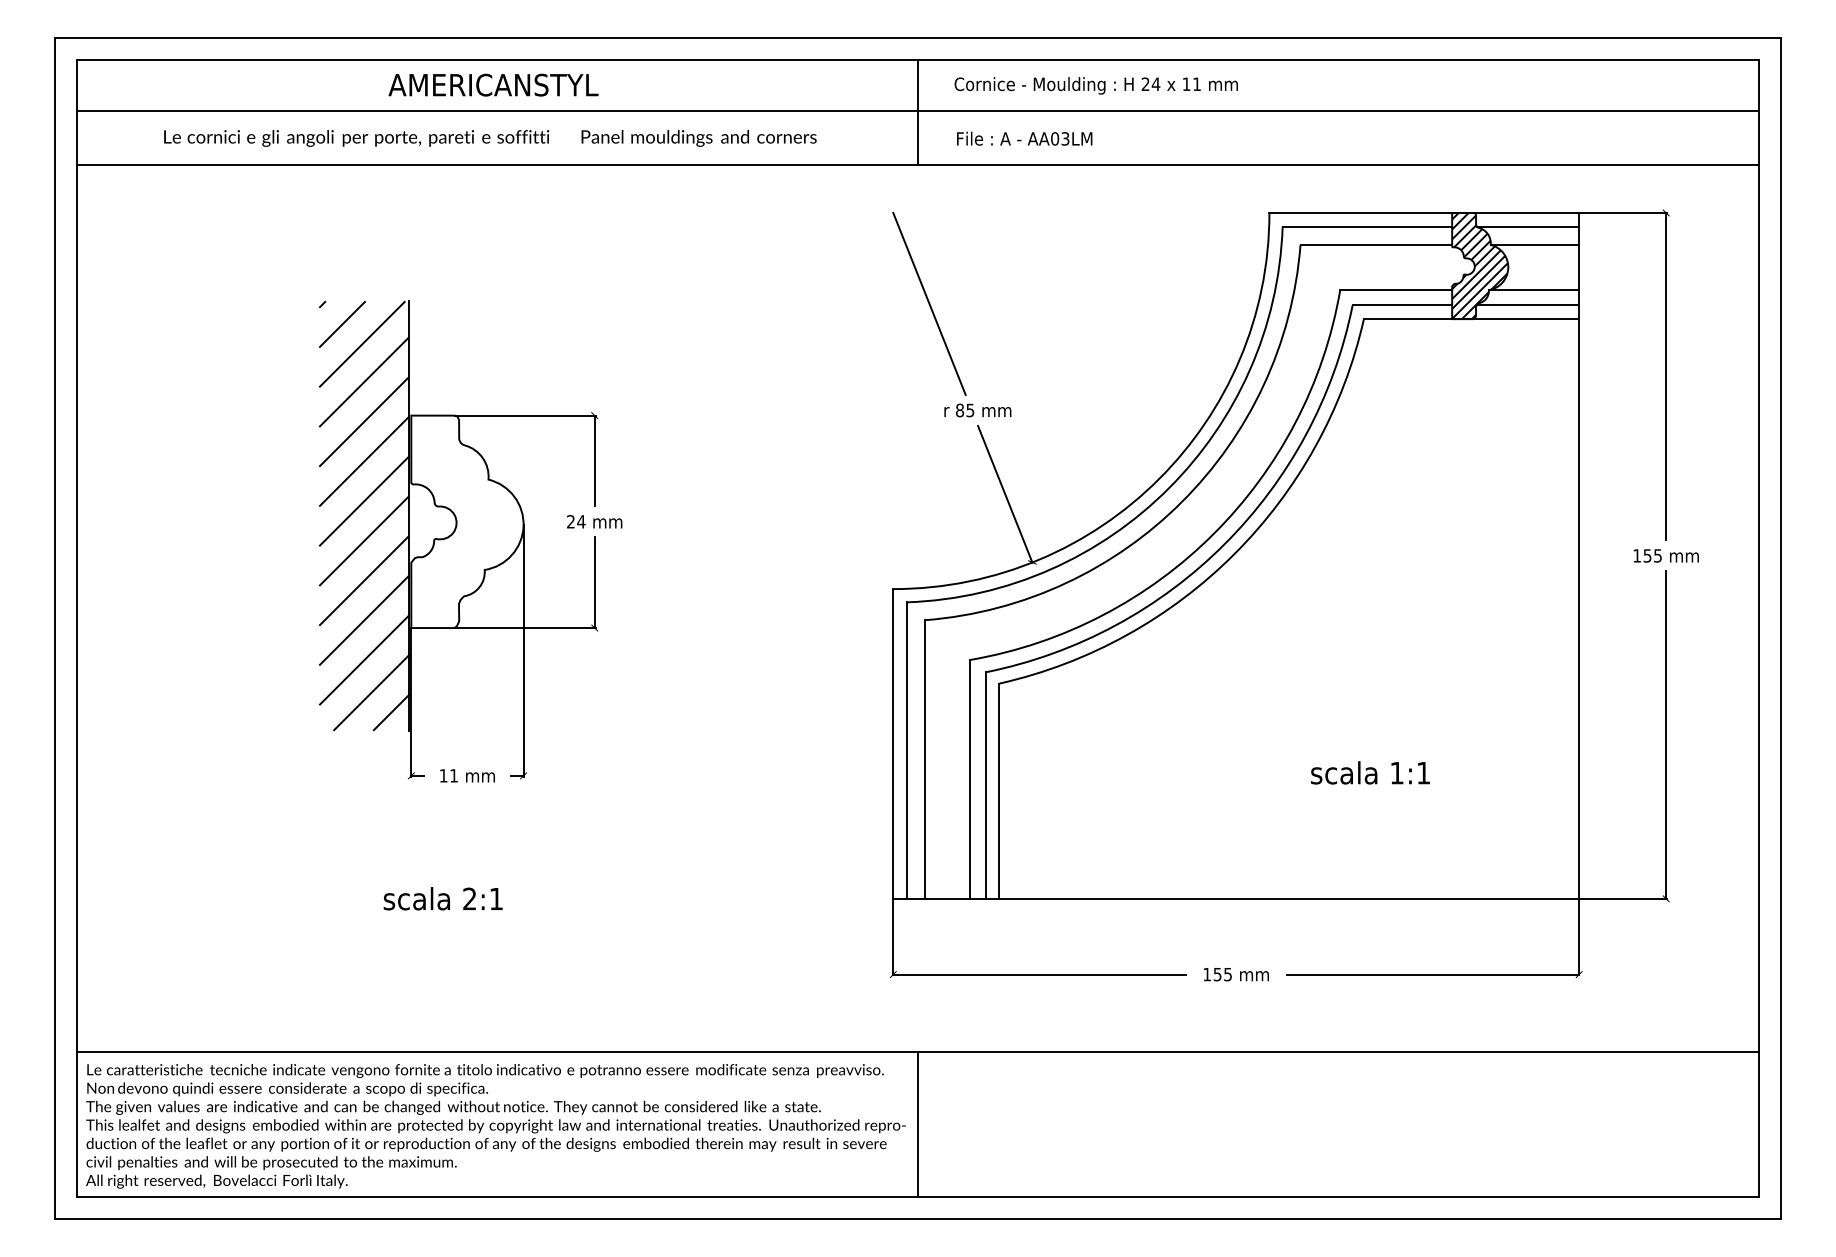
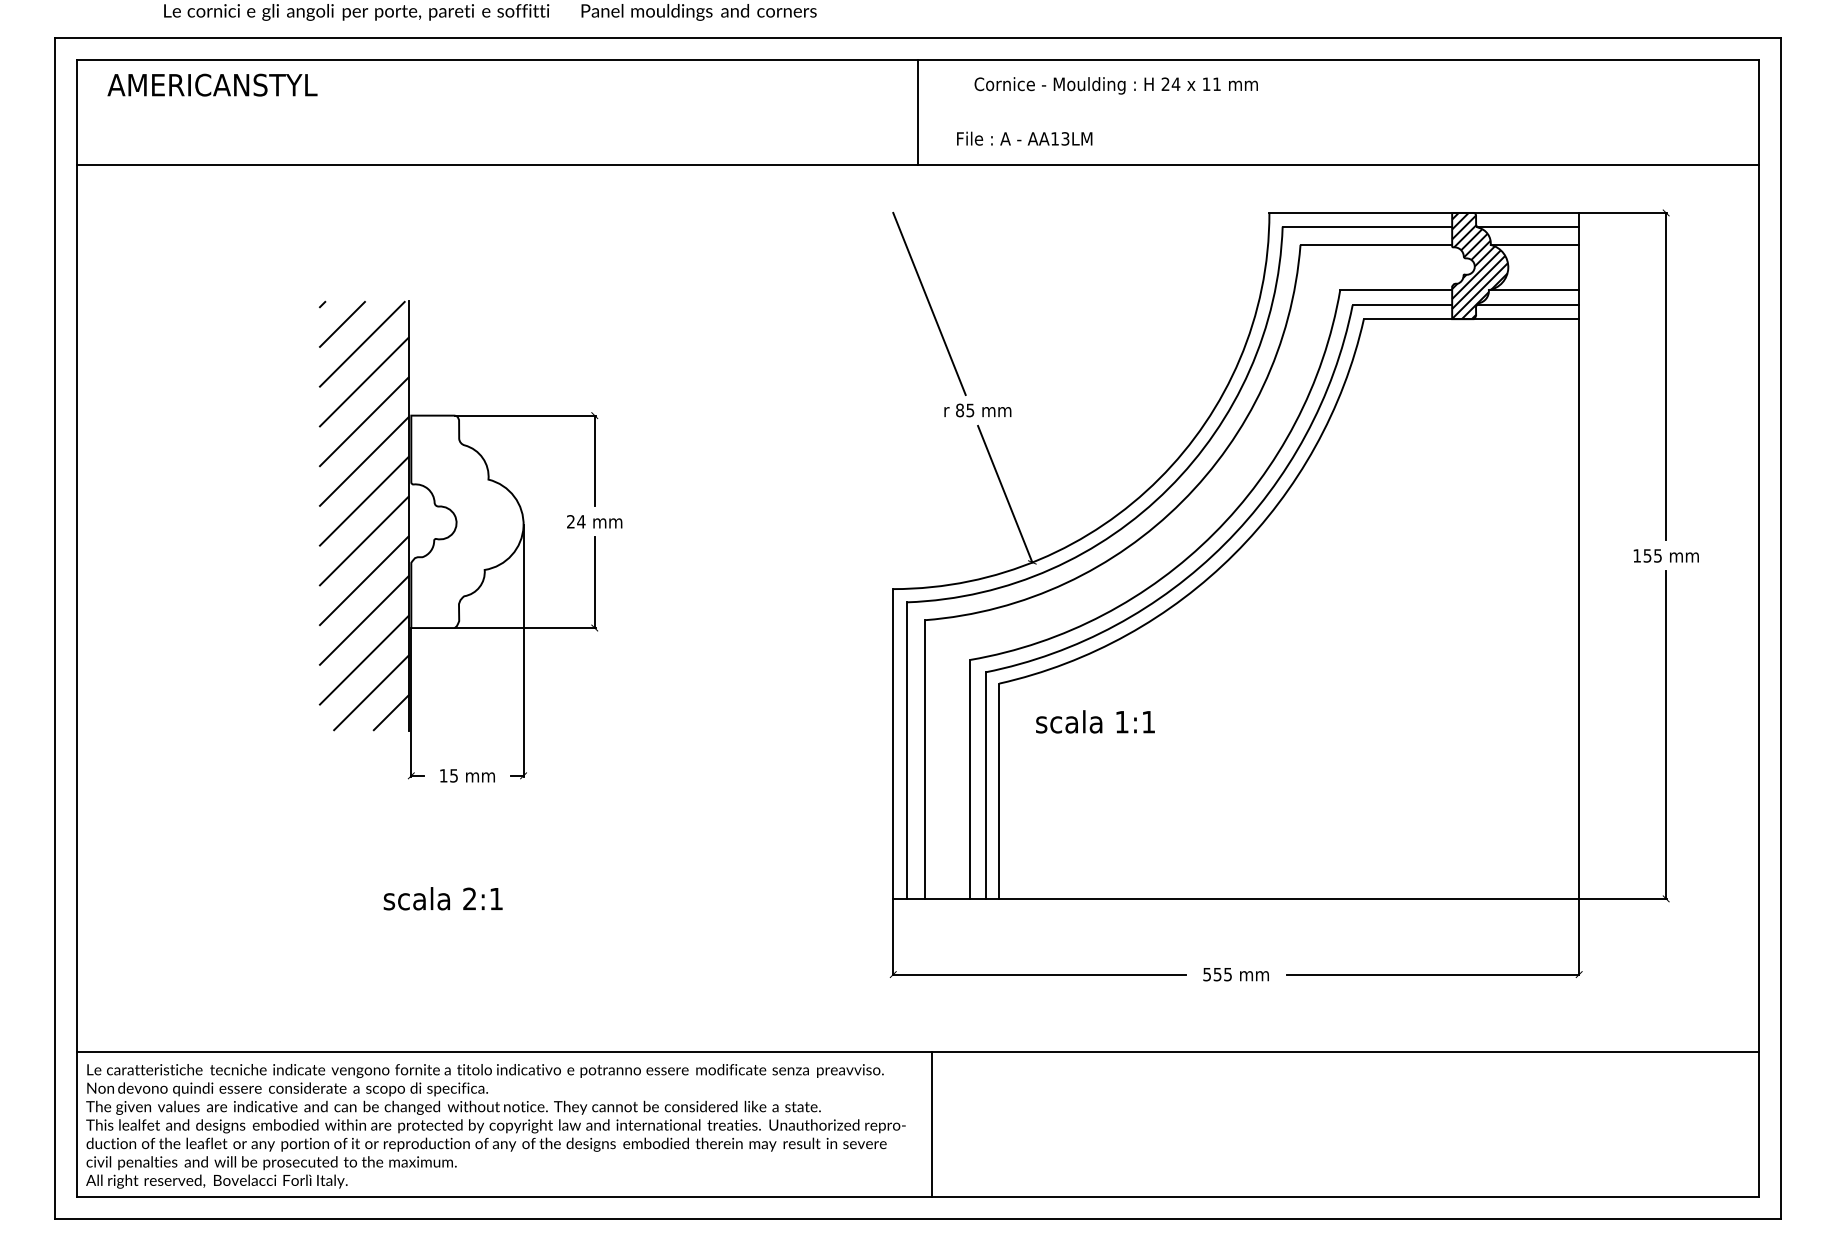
text at (493, 84) position: (493, 84) -> (212, 84)
text at (1095, 85) position: (1095, 85) -> (1115, 85)
line at (917, 110): present -> none
text at (490, 138) position: (490, 138) -> (490, 12)
text at (1055, 138): AA03LM -> AA13LM
text at (1370, 772) position: (1370, 772) -> (1095, 721)
text at (453, 775): 11 -> 15
text at (1206, 974): 155 -> 555
line at (918, 1124) position: (918, 1124) -> (932, 1124)
